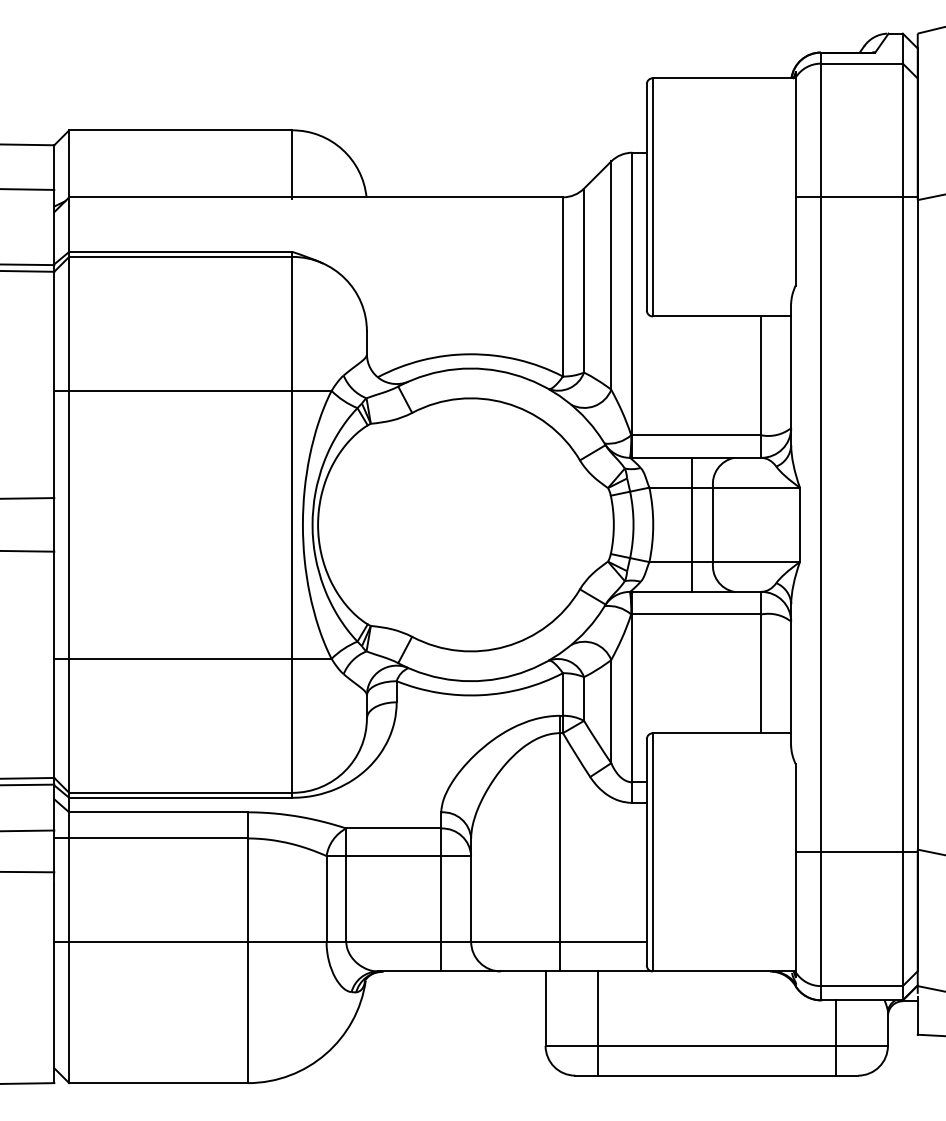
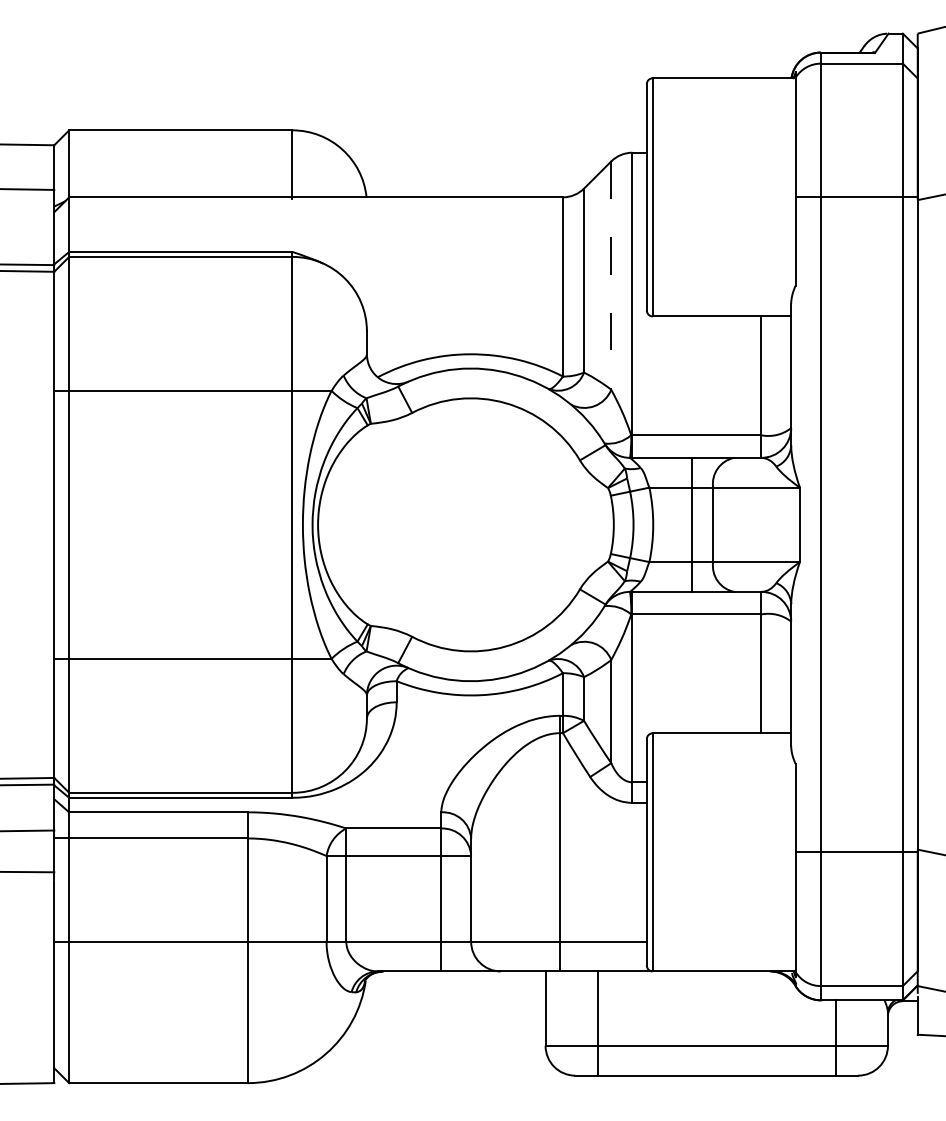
line at (611, 276): solid -> dashed
line at (28, 498): present -> none
line at (28, 550): present -> none
